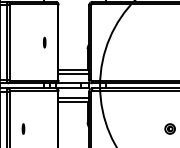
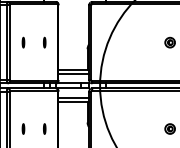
part at (23, 42): none -> present
part at (169, 42): none -> present
part at (44, 128): none -> present
